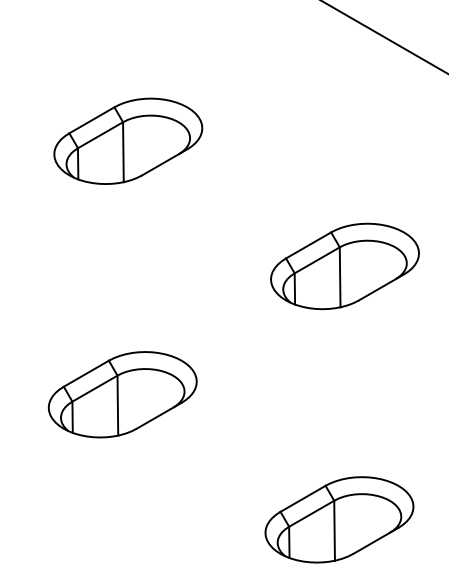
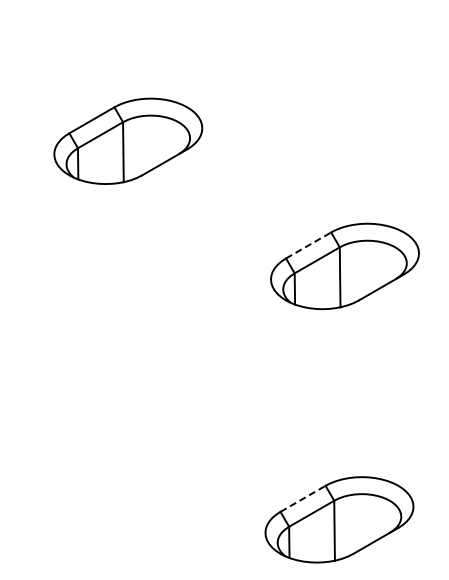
line at (384, 37): present -> none
line at (309, 245): solid -> dashed
part at (122, 394): present -> none
line at (303, 498): solid -> dashed
